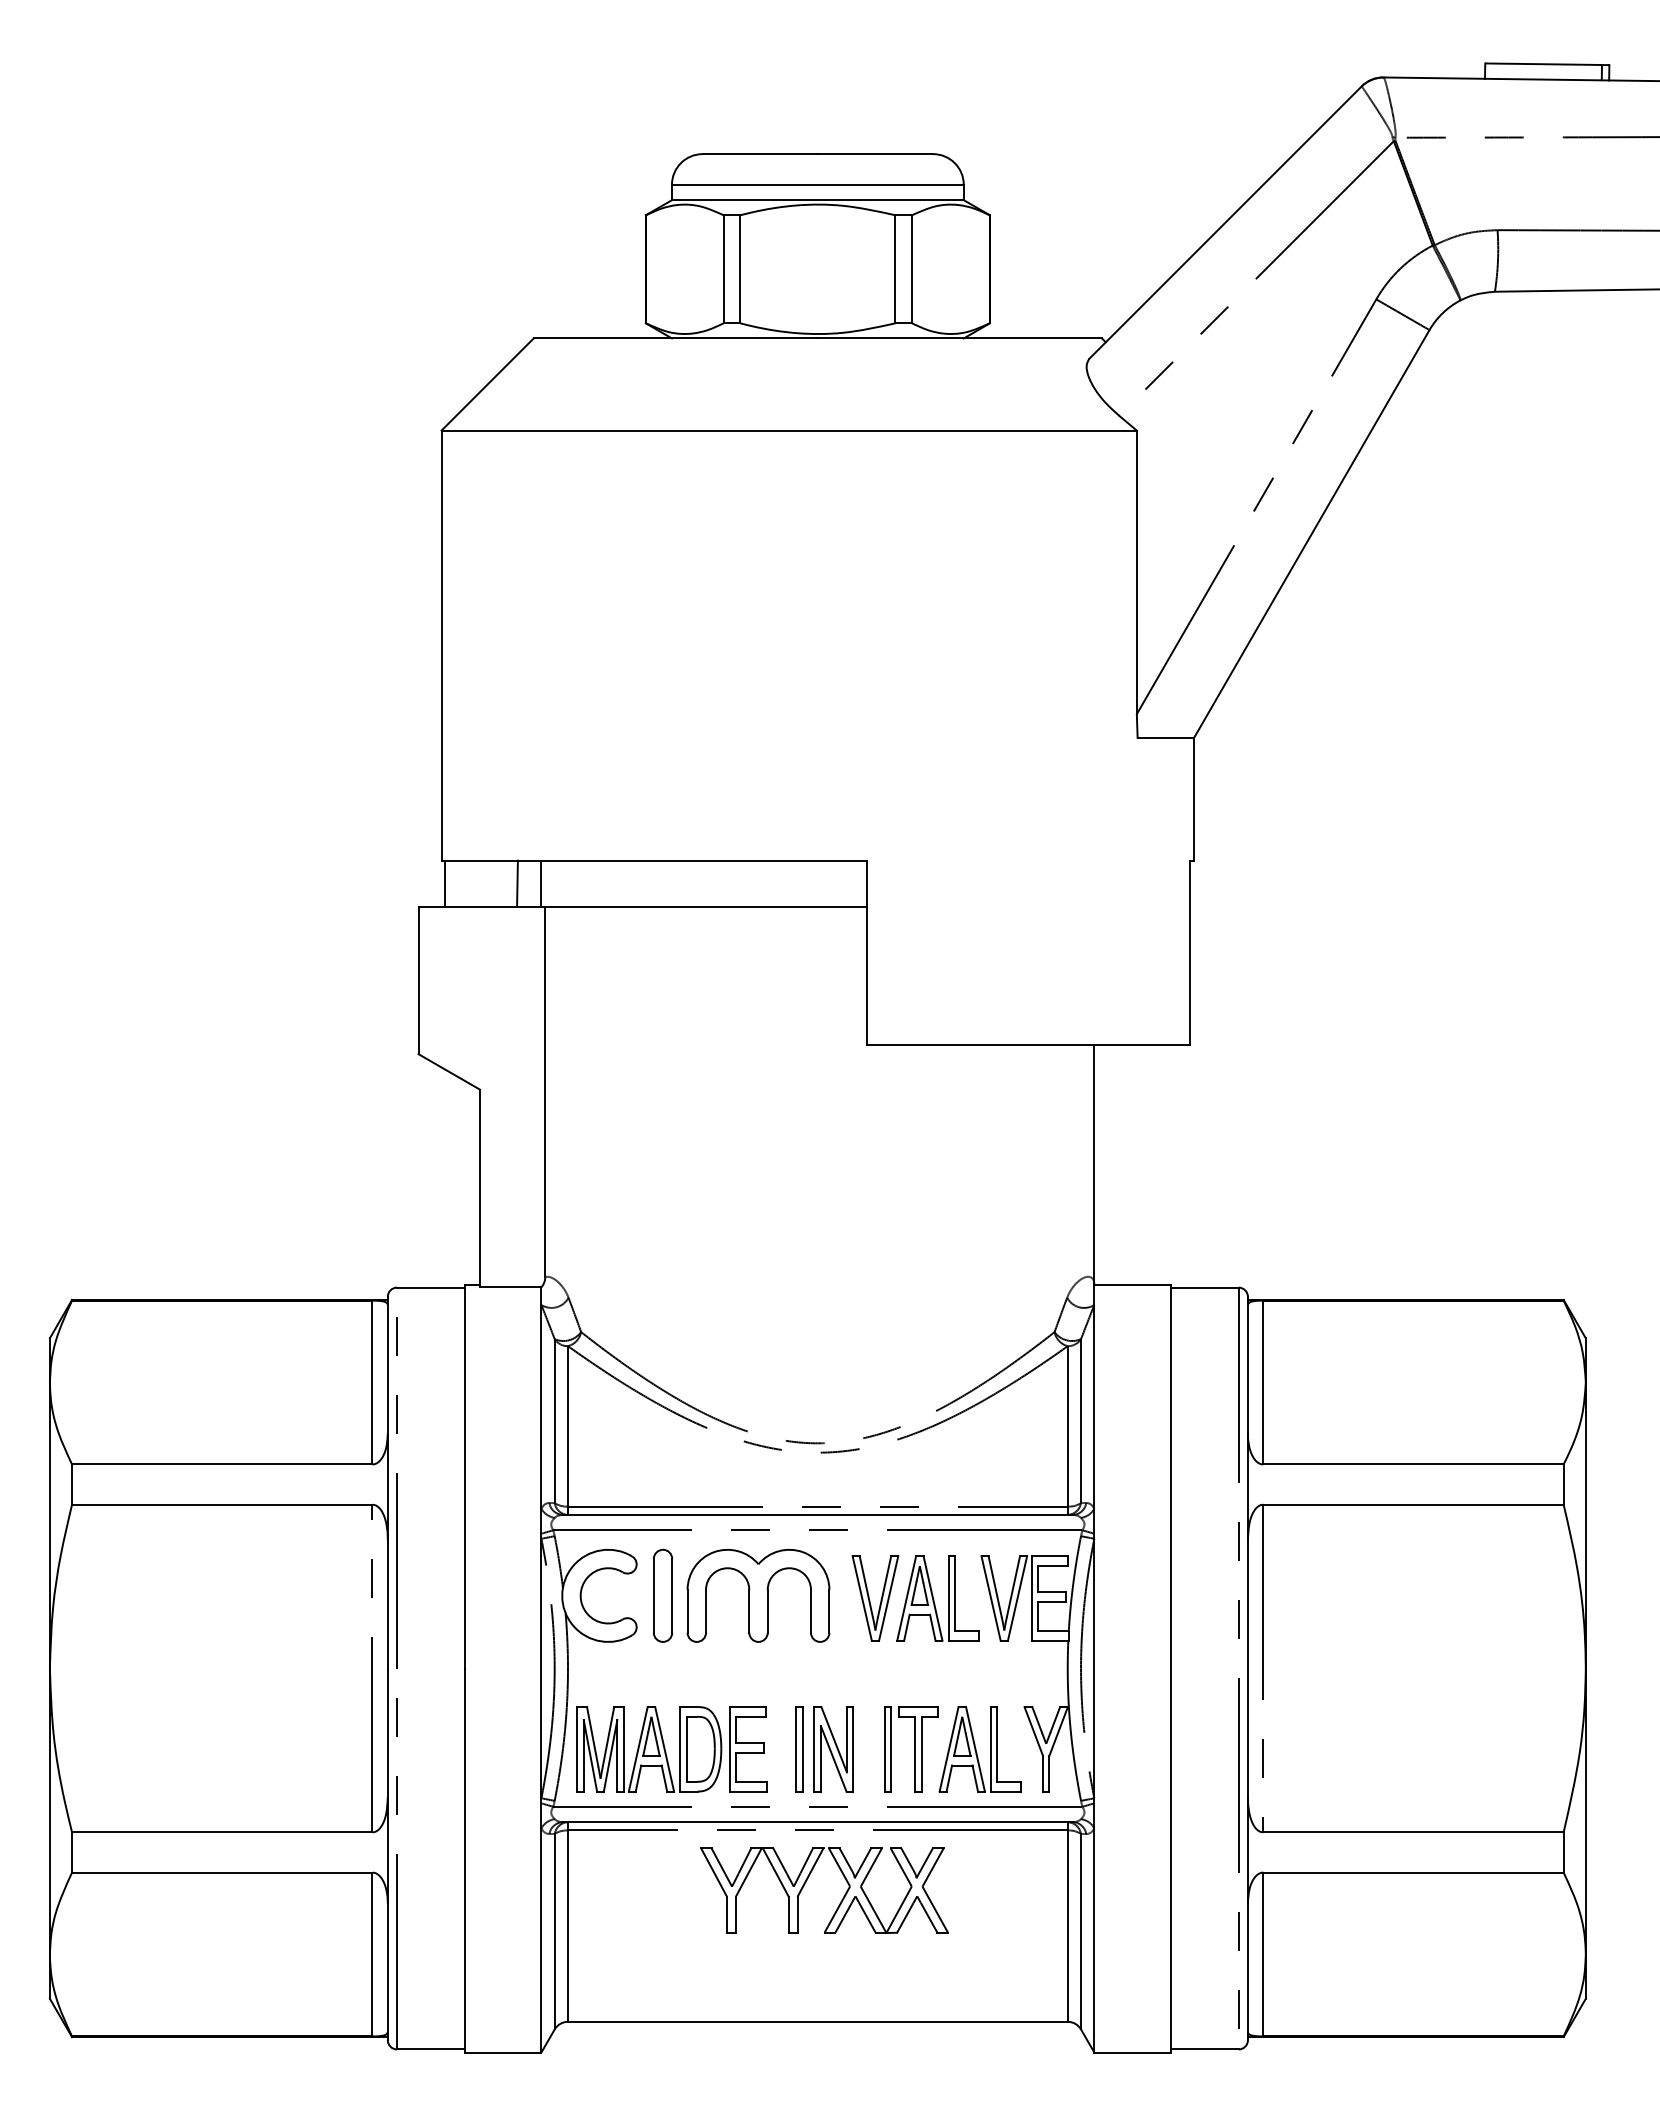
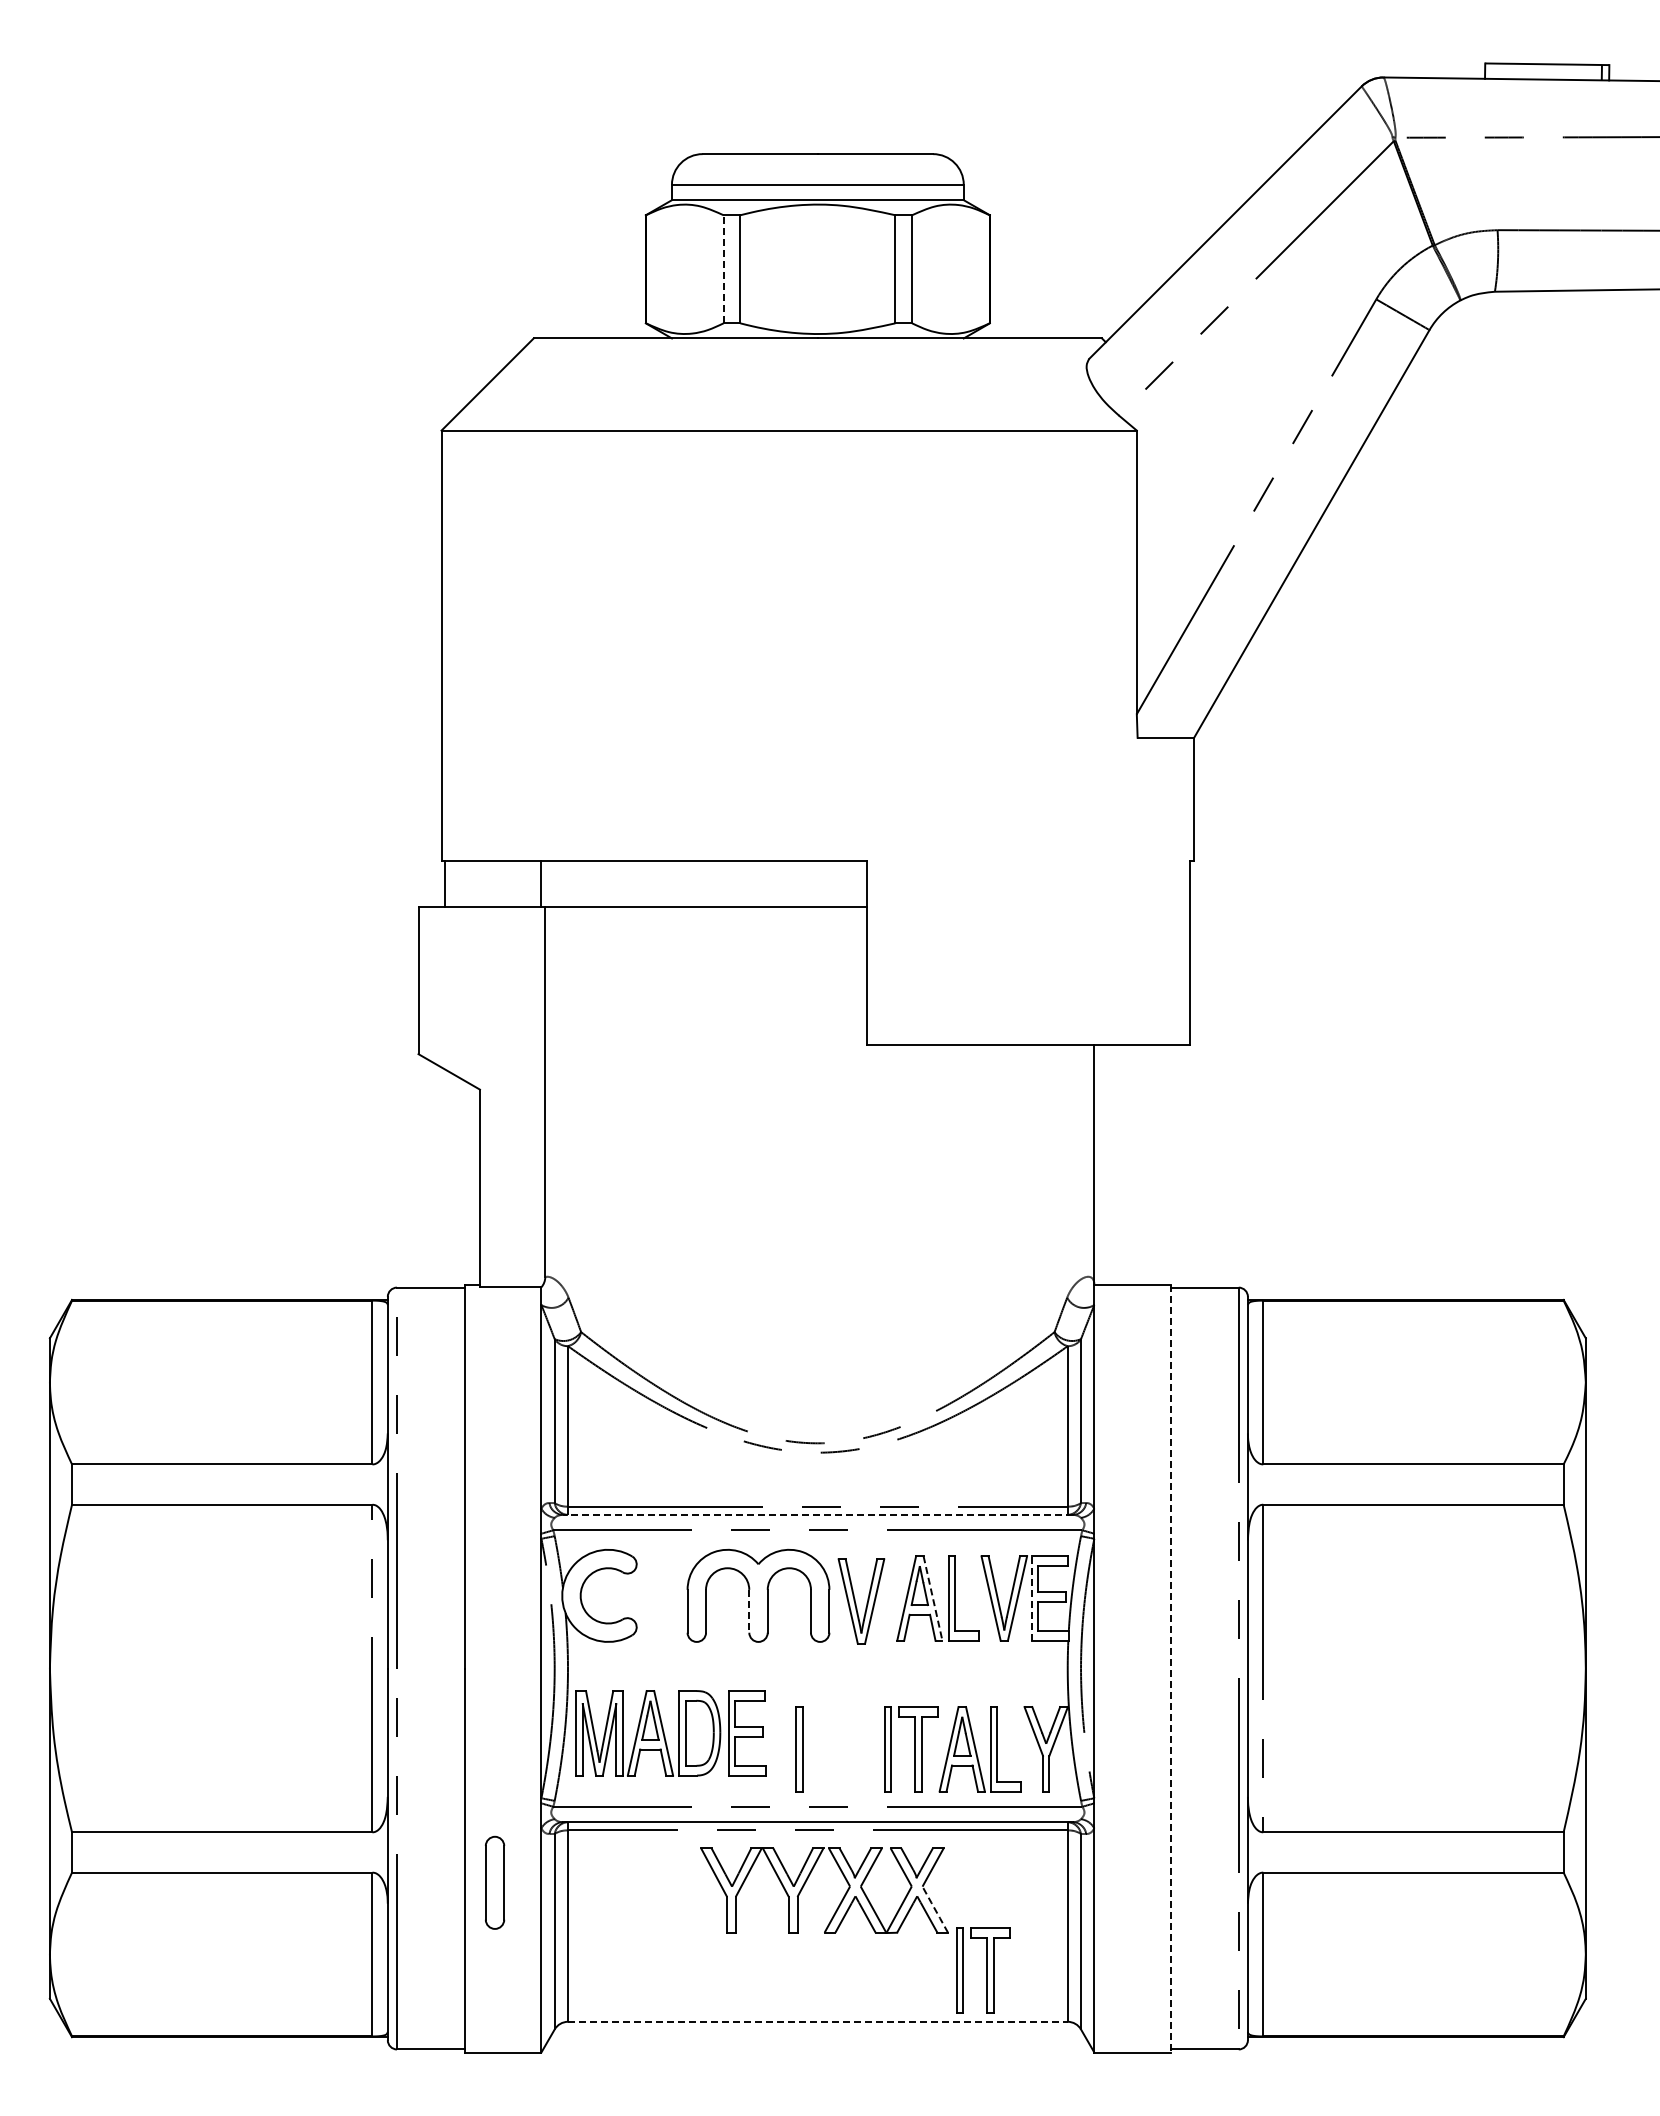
line at (723, 268): solid -> dashed
line at (517, 883): present -> none
line at (817, 1514): solid -> dashed
part at (663, 1595) position: (663, 1595) -> (495, 1882)
part at (875, 1598) position: (875, 1598) -> (861, 1601)
line at (1031, 1598): solid -> dashed
line at (933, 1599): solid -> dashed
line at (749, 1611): solid -> dashed
line at (1171, 1668): solid -> dashed
part at (671, 1749) position: (671, 1749) -> (670, 1733)
part at (833, 1749): present -> none
line at (935, 1909): solid -> dashed
part at (983, 1970): none -> present
line at (817, 2021): solid -> dashed
